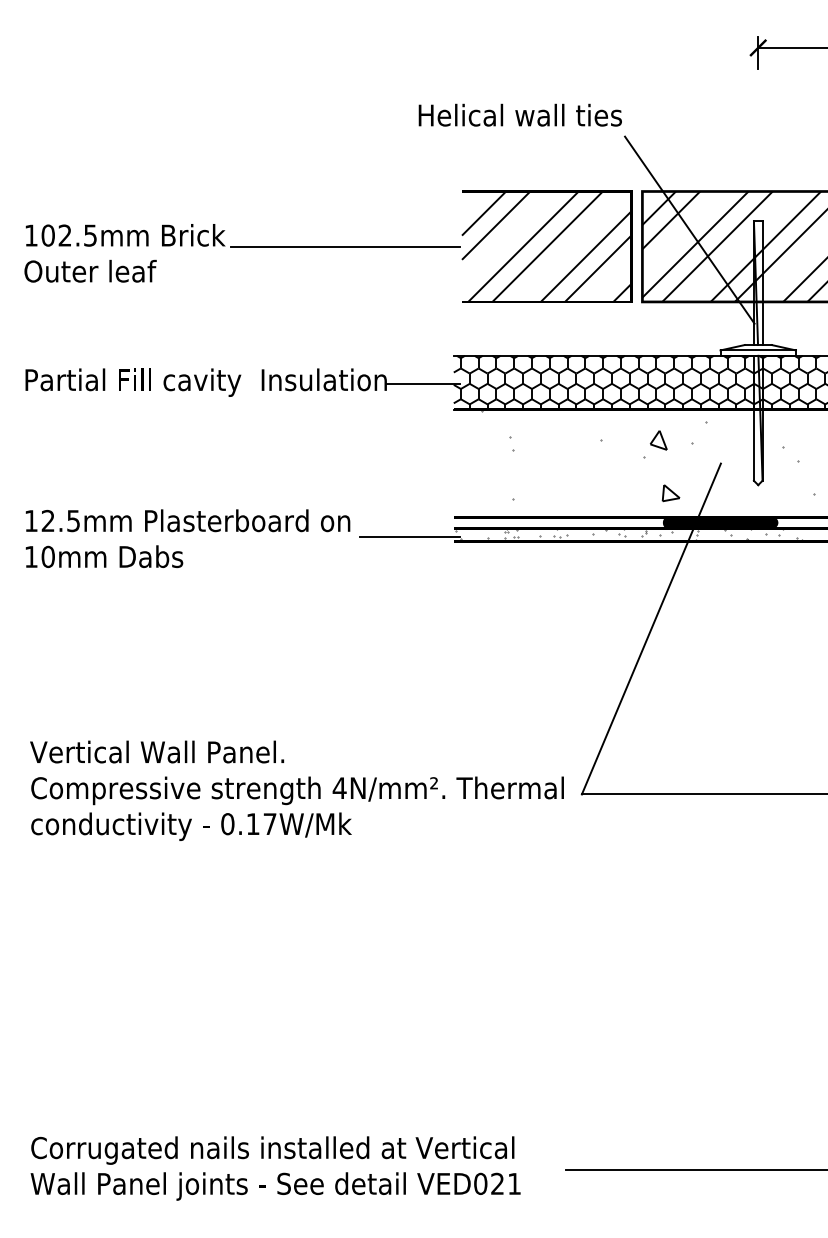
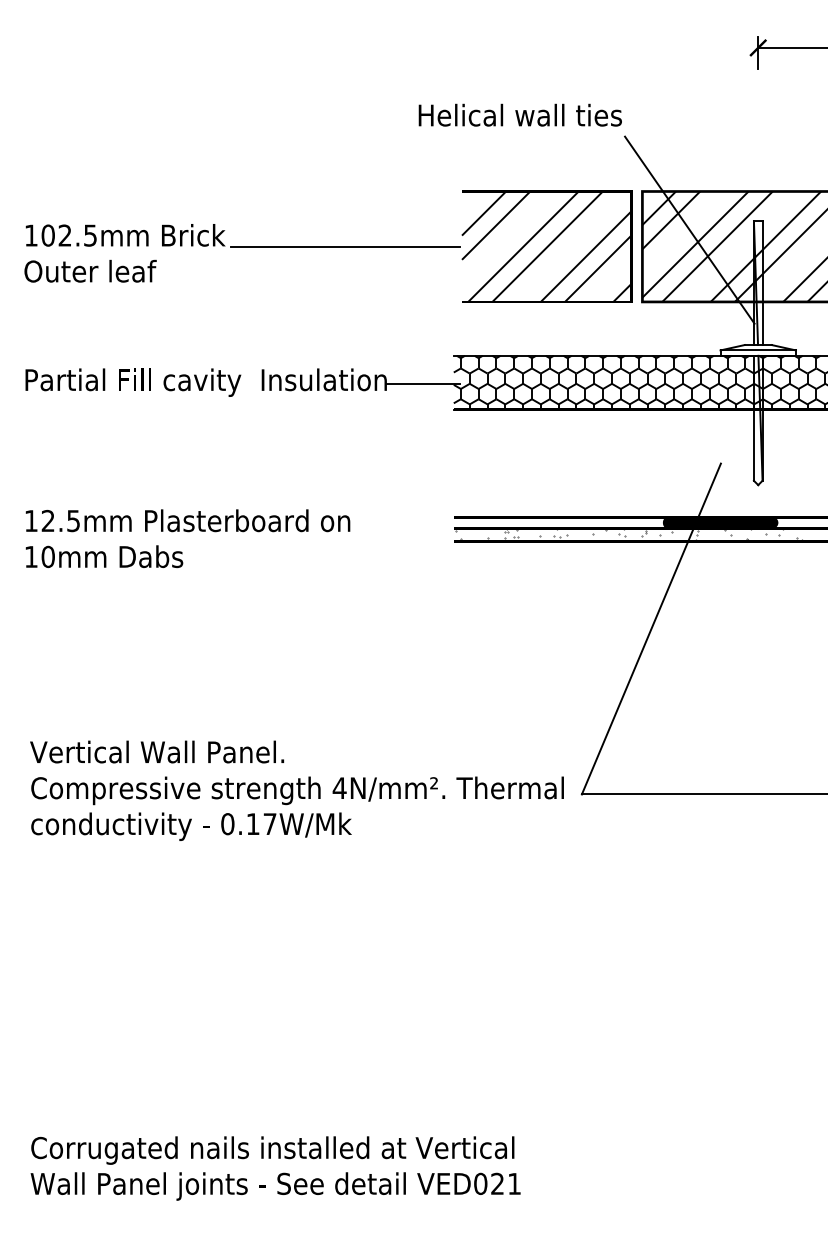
hatch at (648, 455): present -> none
line at (409, 537): present -> none
line at (695, 1170): present -> none
